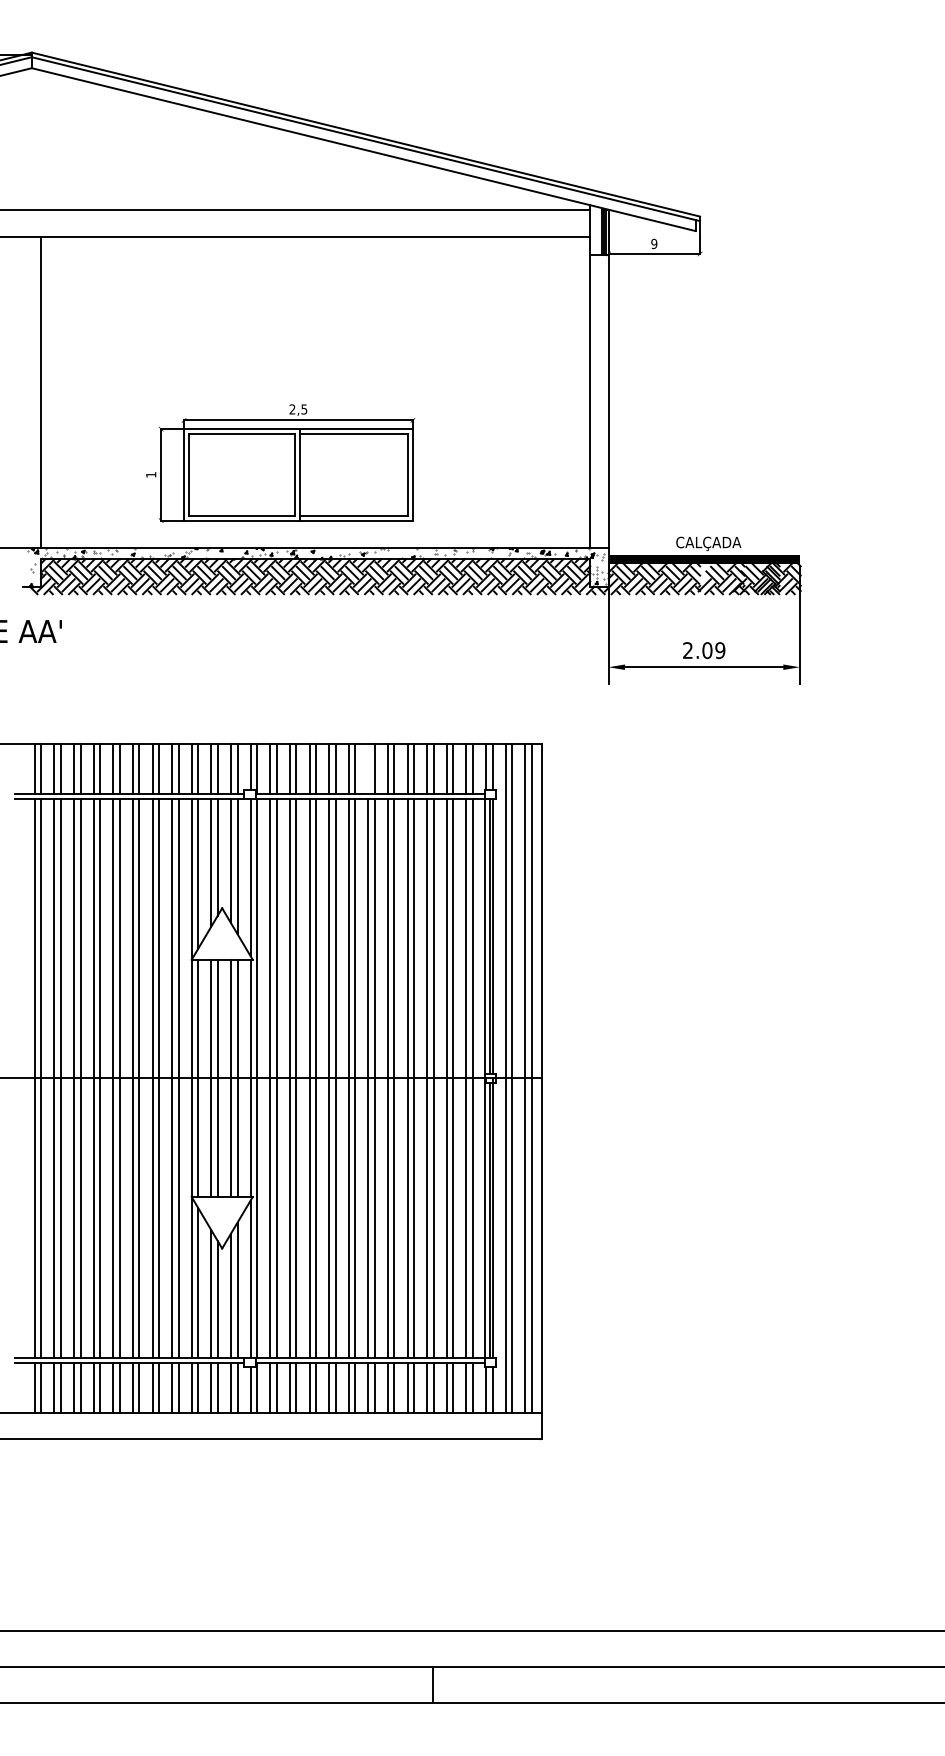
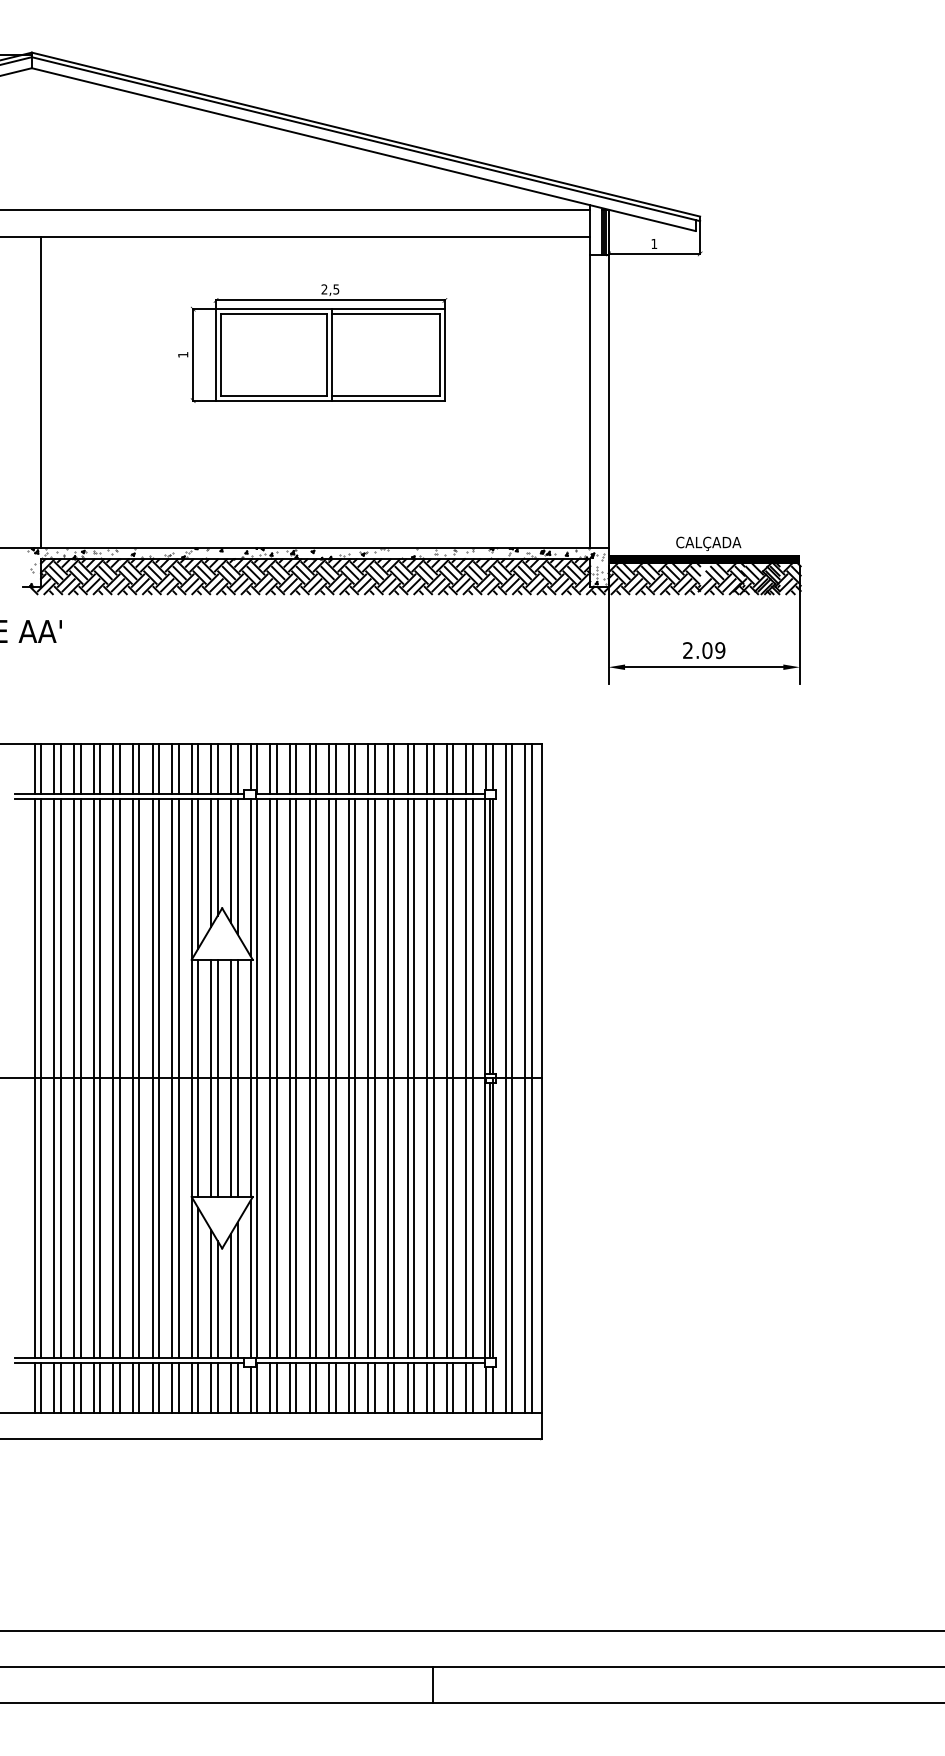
text at (654, 243): 9 -> 1
part at (280, 463) position: (280, 463) -> (312, 343)
line at (368, 768): none -> present
